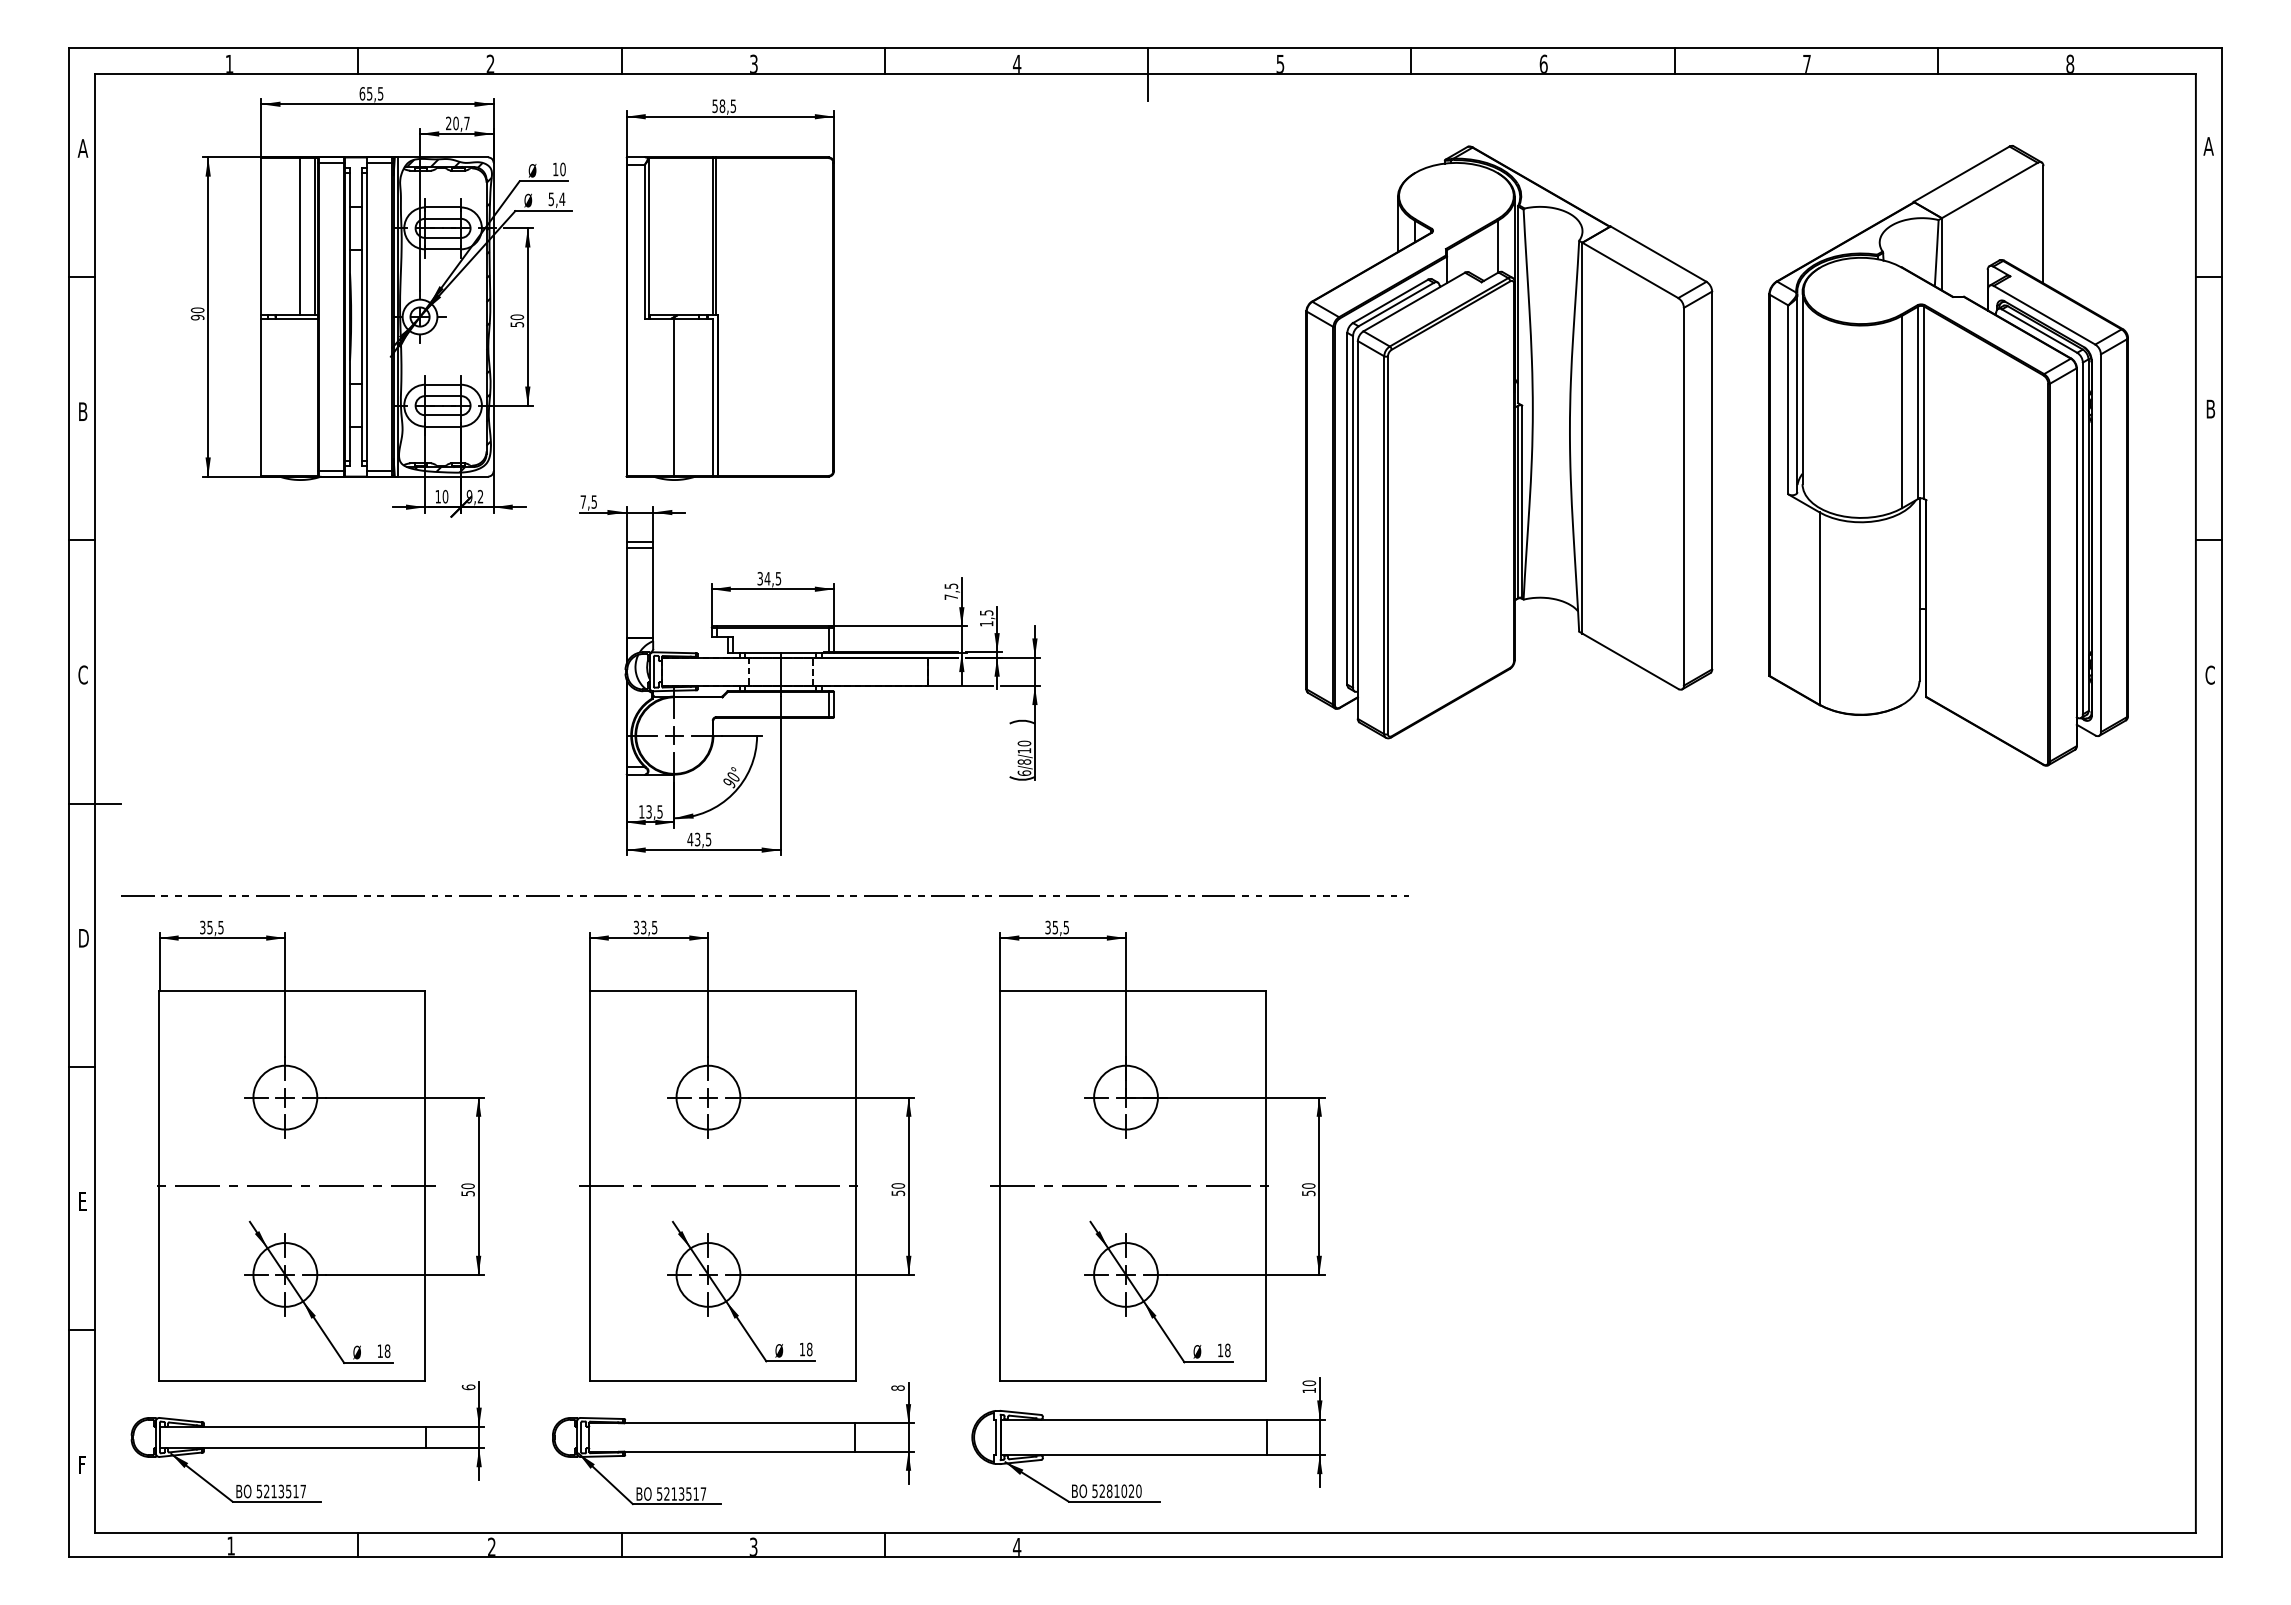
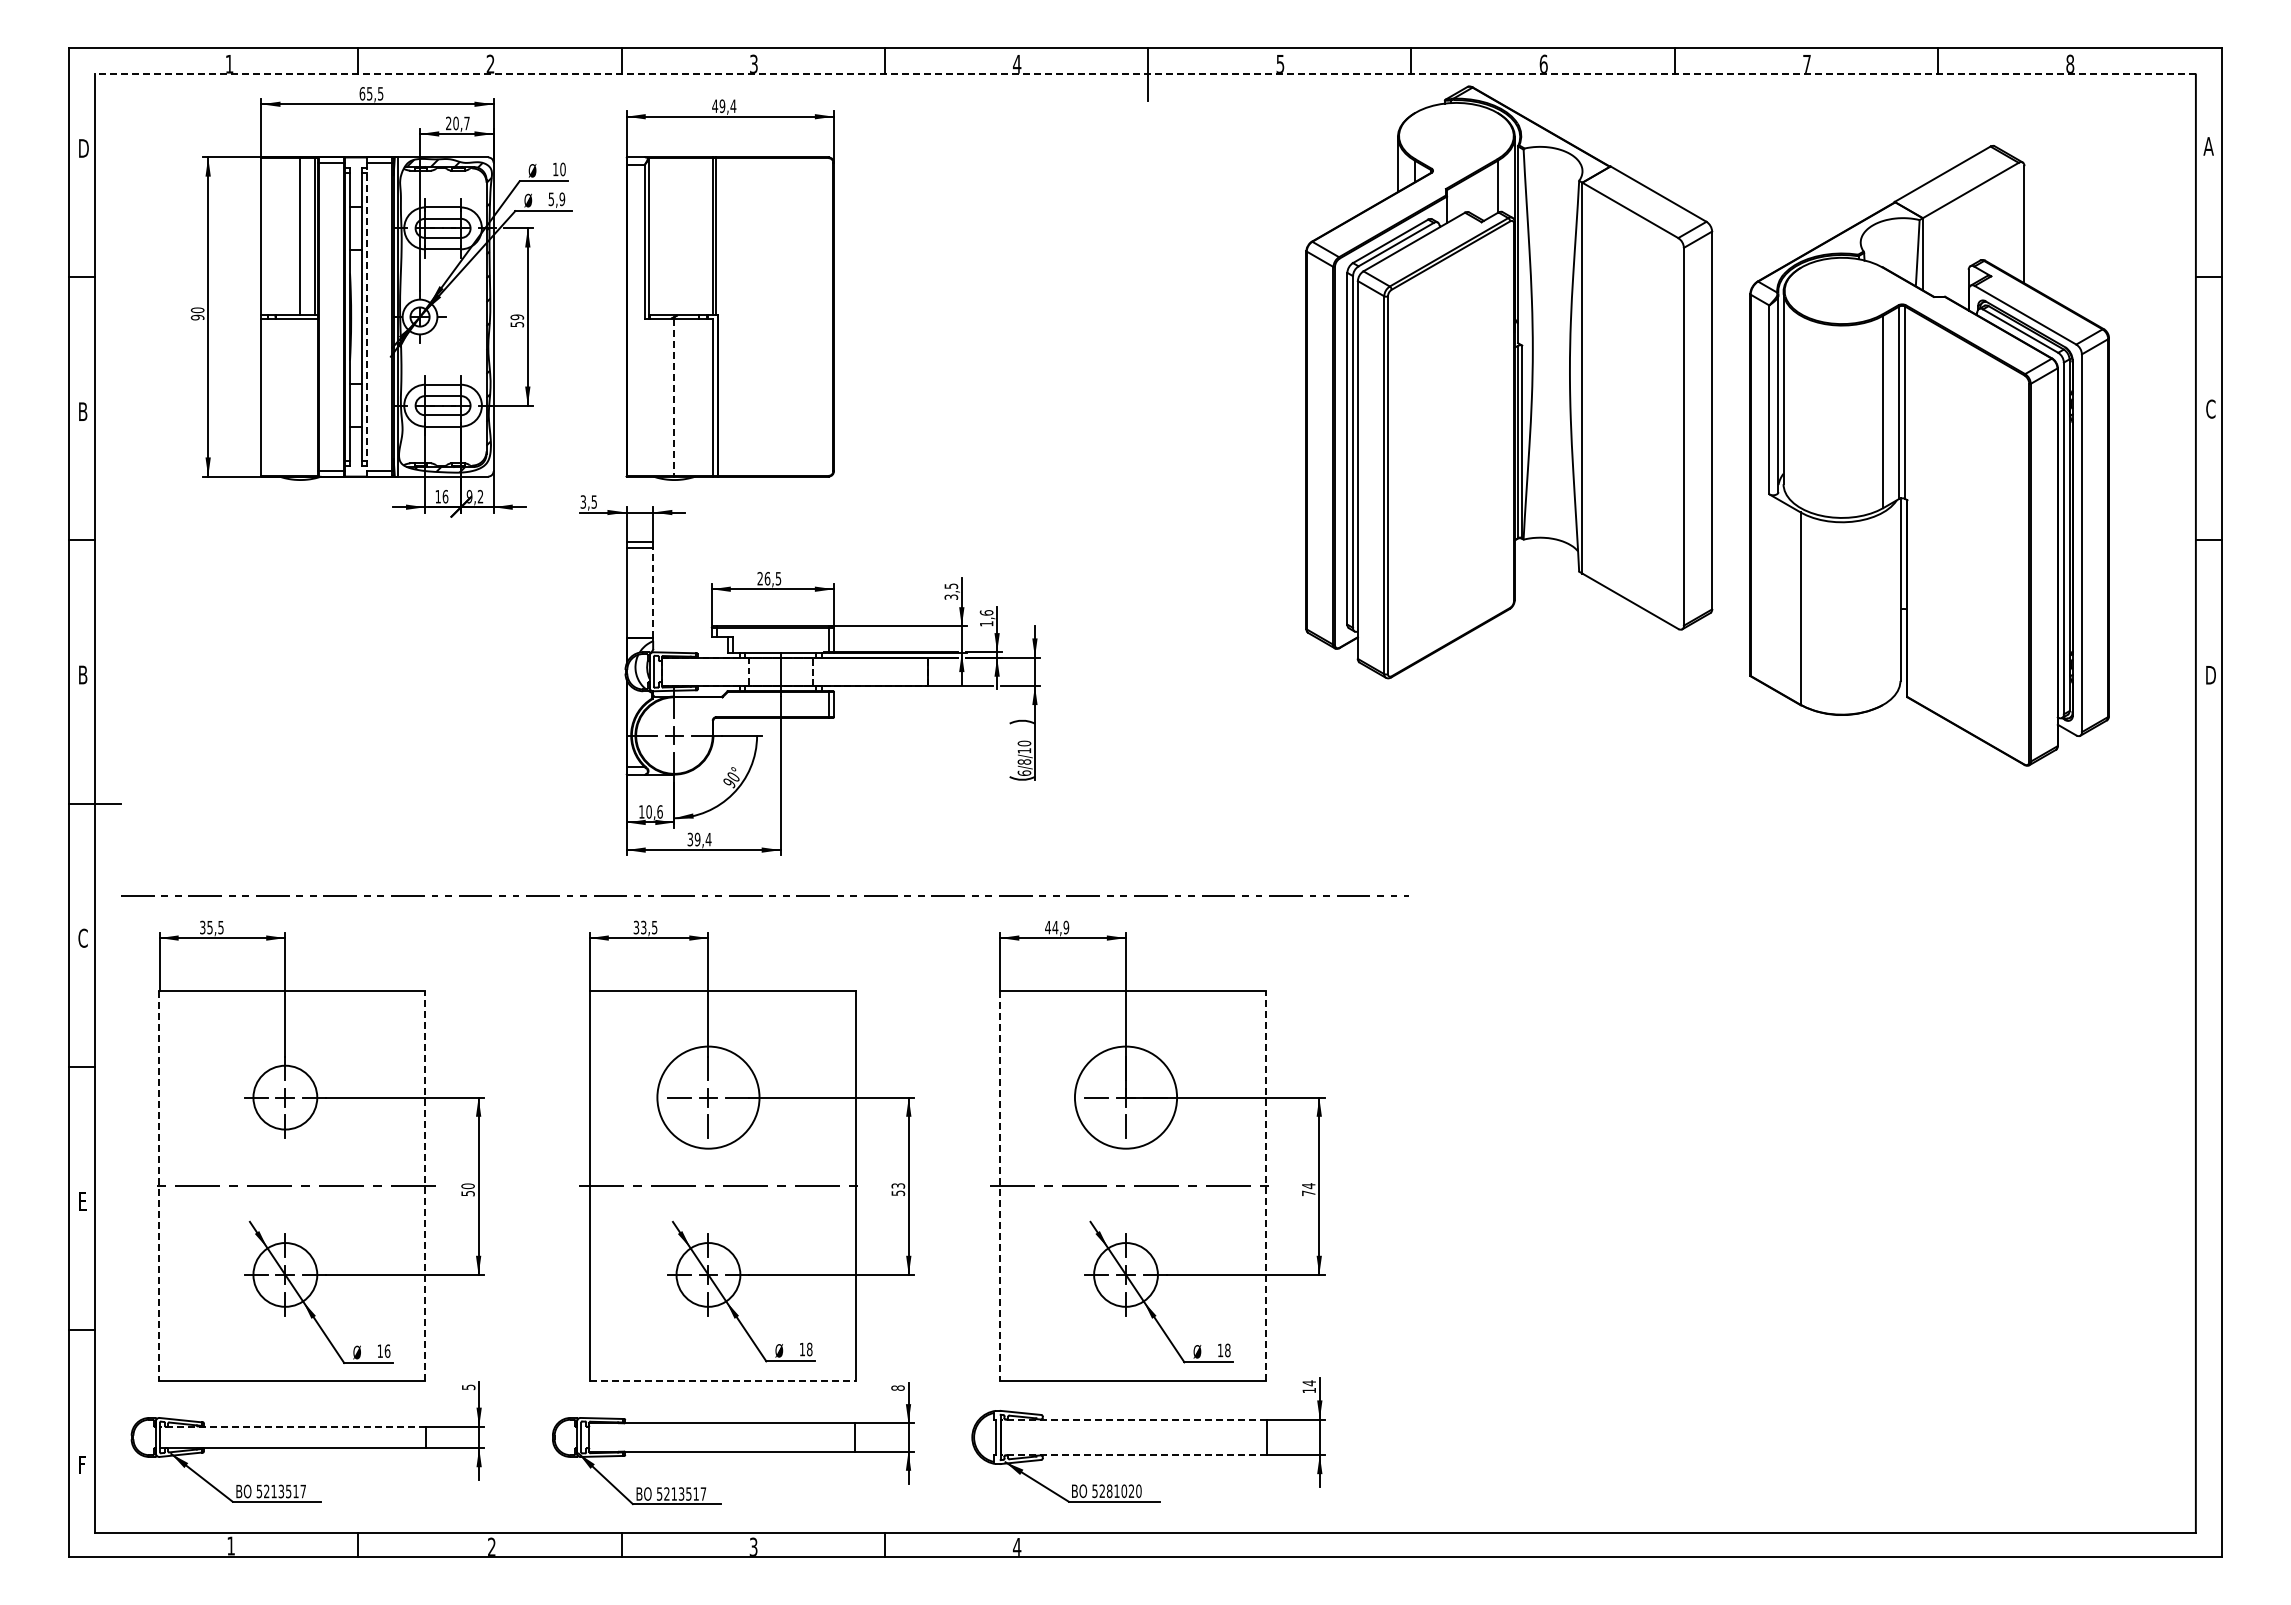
line at (1144, 74): solid -> dashed
text at (724, 106): 58,5 -> 49,4
text at (82, 148): A -> D
text at (562, 199): 5,4 -> 5,9
line at (367, 317): solid -> dashed
text at (517, 317): 50 -> 59
line at (674, 397): solid -> dashed
text at (2210, 408): B -> C
part at (1509, 442) position: (1509, 442) -> (1509, 382)
part at (1948, 455) position: (1948, 455) -> (1929, 455)
text at (445, 496): 10 -> 16
text at (582, 501): 7,5 -> 3,5
text at (763, 578): 34,5 -> 26,5
line at (653, 592): solid -> dashed
text at (951, 596): 7,5 -> 3,5
text at (986, 612): 1,5 -> 1,6
text at (82, 674): C -> B
text at (2210, 674): C -> D
text at (654, 811): 13,5 -> 10,6
text at (699, 839): 43,5 -> 39,4
text at (1057, 927): 35,5 -> 44,9
text at (83, 937): D -> C
circle at (708, 1097) diameter: 64 px -> 102 px
circle at (1125, 1097) diameter: 64 px -> 102 px
line at (425, 1185): solid -> dashed
text at (897, 1185): 50 -> 53
line at (1266, 1185): solid -> dashed
line at (159, 1186): solid -> dashed
line at (1000, 1186): solid -> dashed
text at (1308, 1189): 50 -> 74
text at (387, 1350): 18 -> 16
line at (722, 1381): solid -> dashed
text at (1309, 1383): 10 -> 14
text at (468, 1387): 6 -> 5
line at (1133, 1419): solid -> dashed
line at (293, 1426): solid -> dashed
line at (1133, 1455): solid -> dashed
